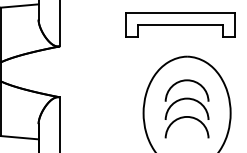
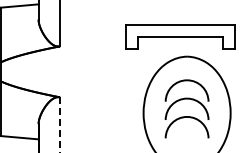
part at (180, 24) position: (180, 24) -> (180, 36)
line at (60, 125): solid -> dashed
